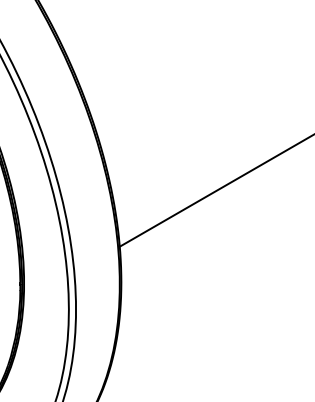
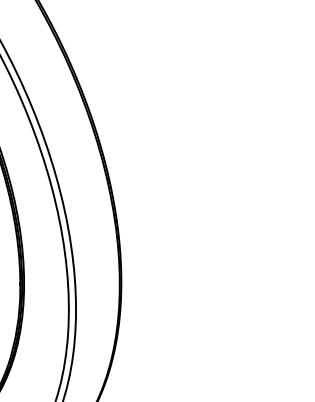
line at (215, 191): present -> none
